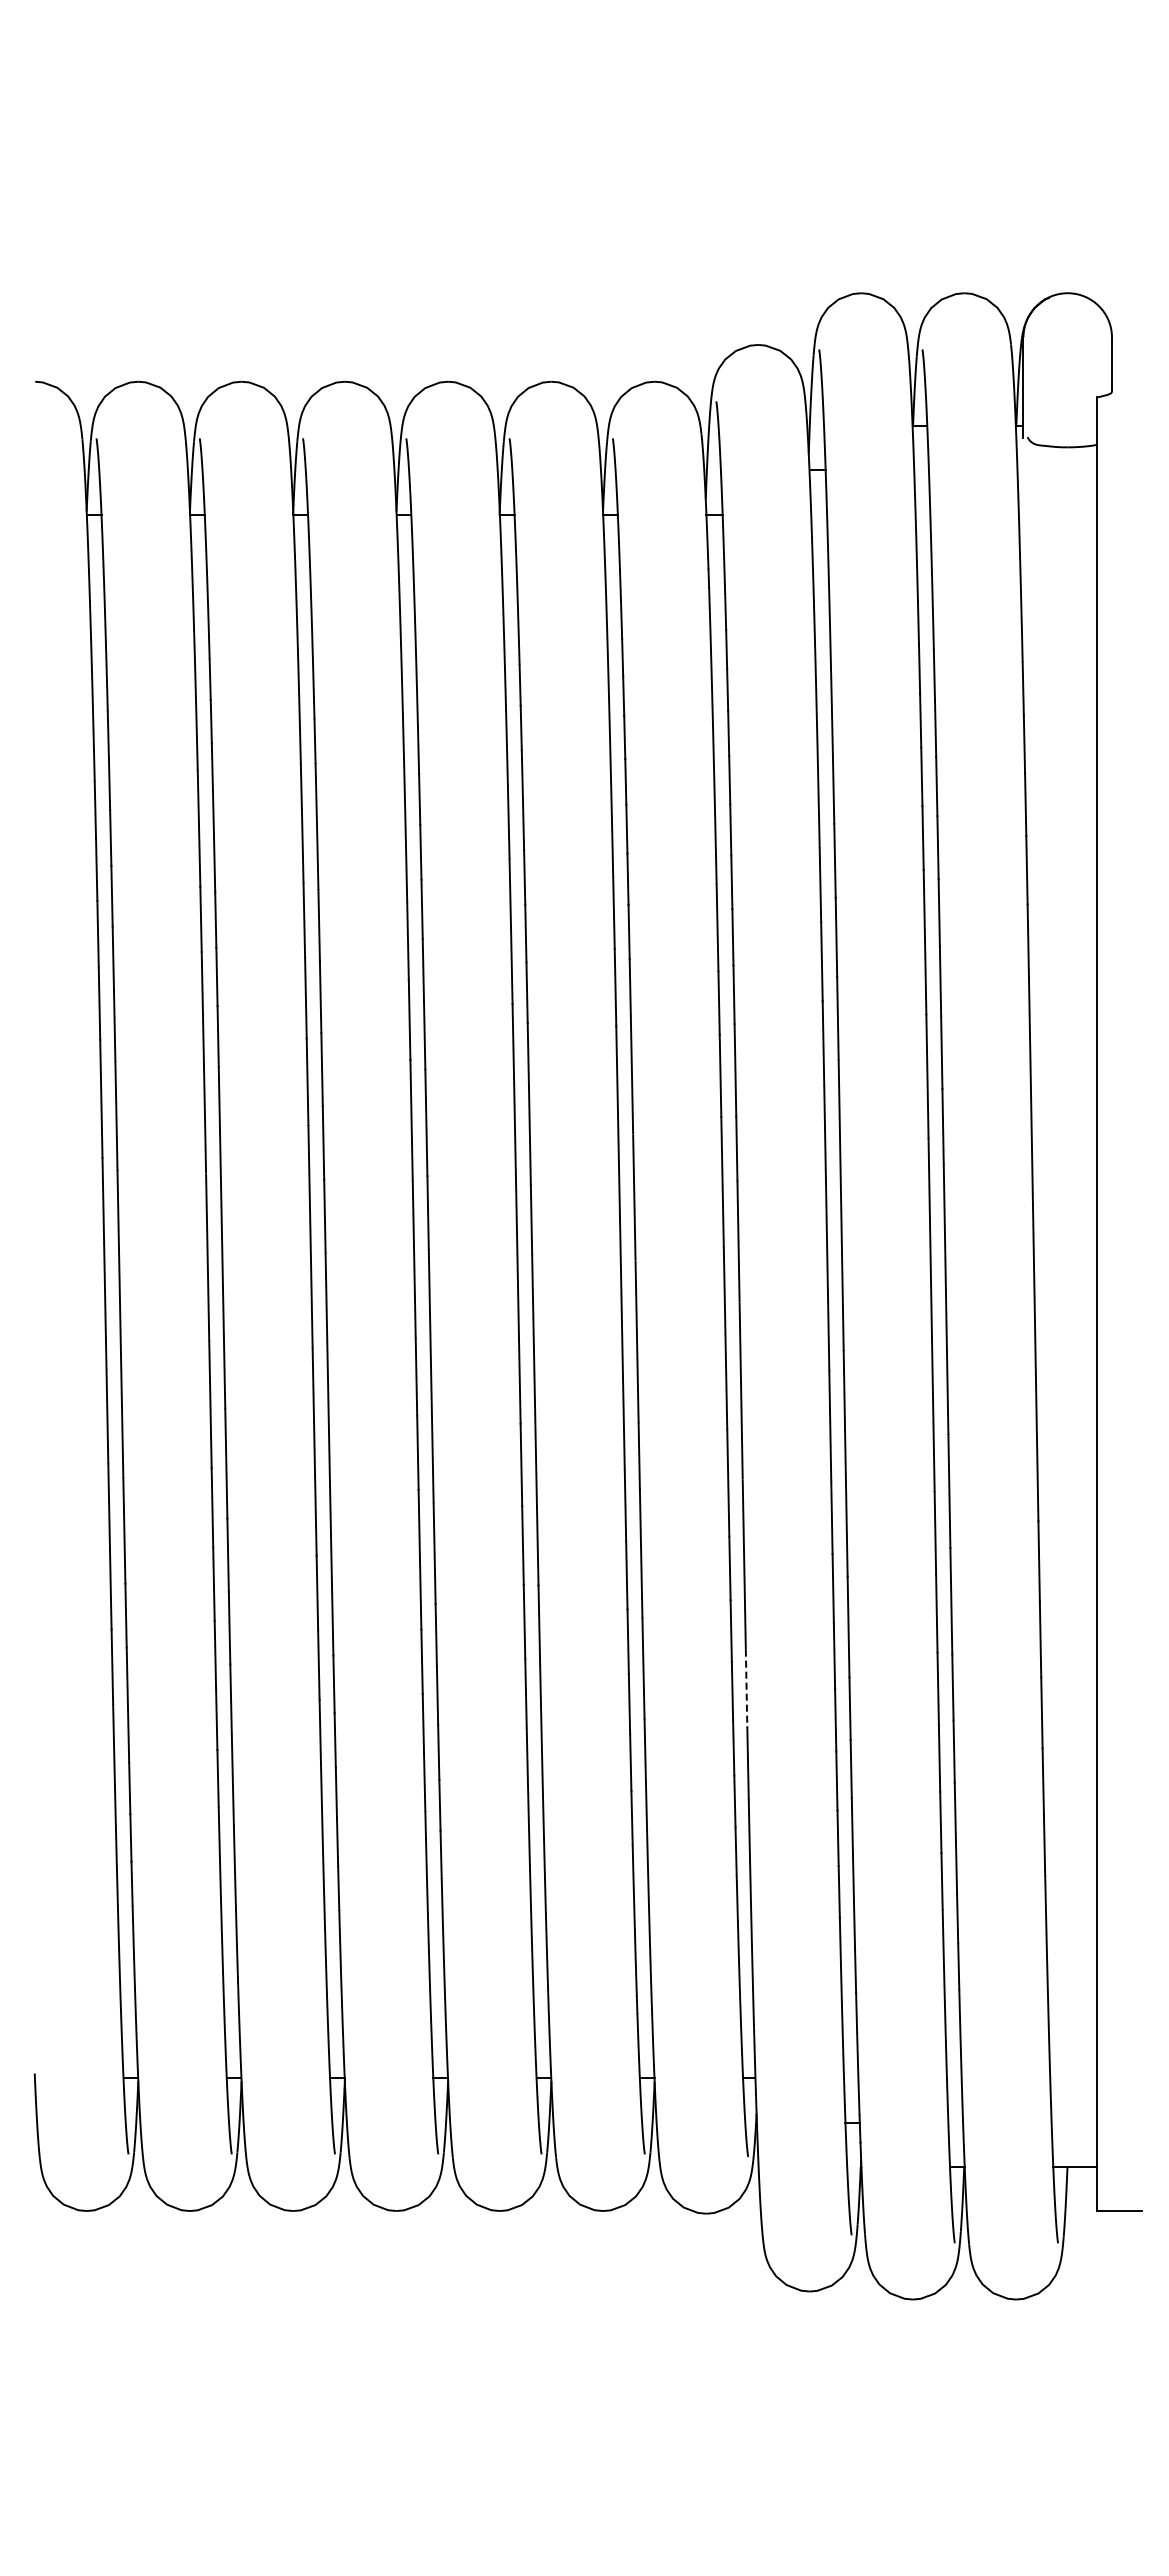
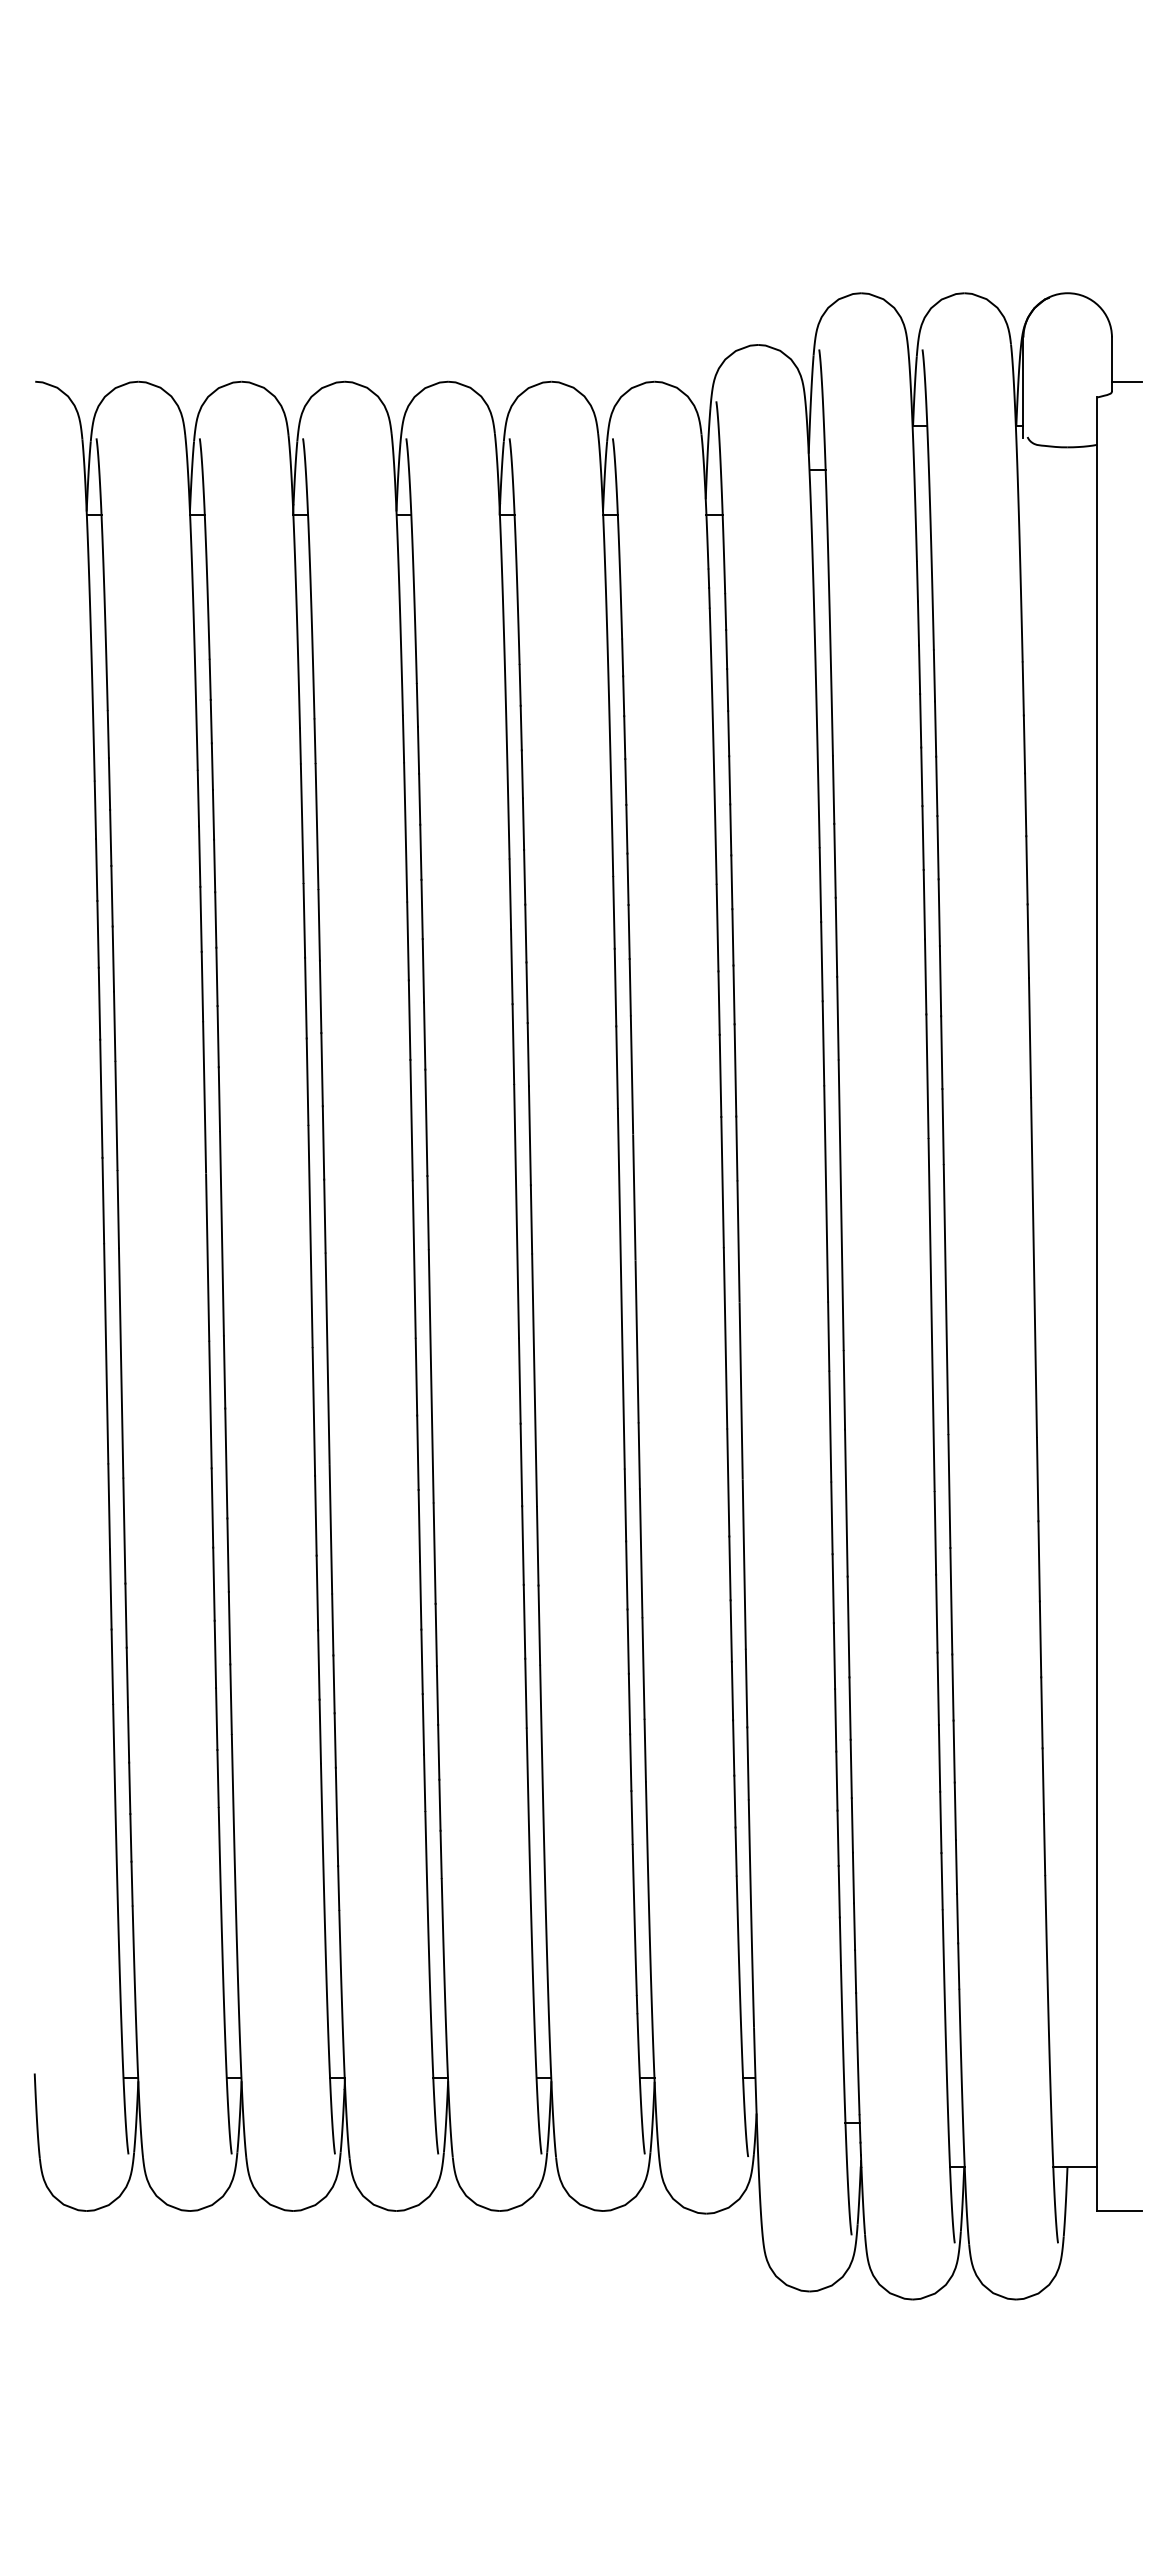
line at (1126, 381): none -> present
line at (746, 1688): dashed -> solid
